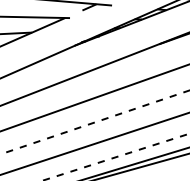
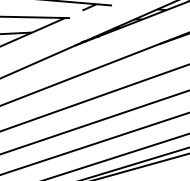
line at (94, 122): dashed -> solid
line at (116, 157): dashed -> solid
